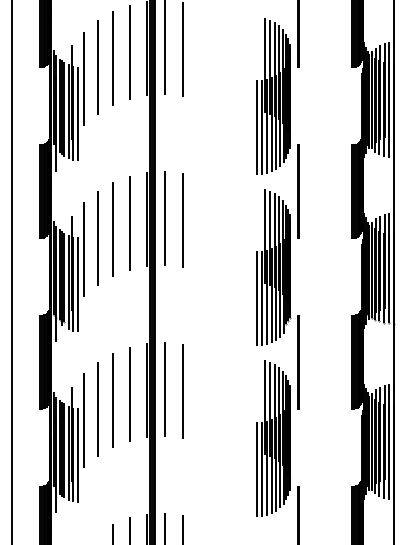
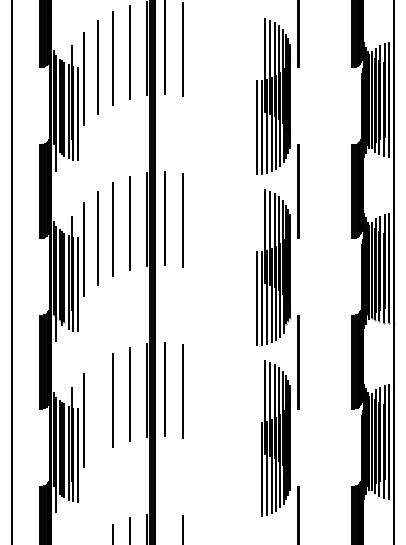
line at (97, 409): present -> none
line at (256, 468): present -> none
line at (165, 526): present -> none
